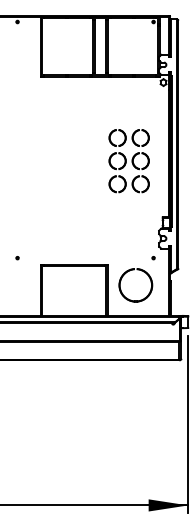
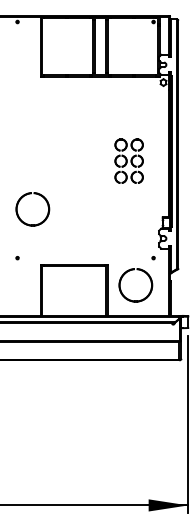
part at (128, 161) size: 42x65 px -> 30x46 px
part at (20, 217): none -> present
